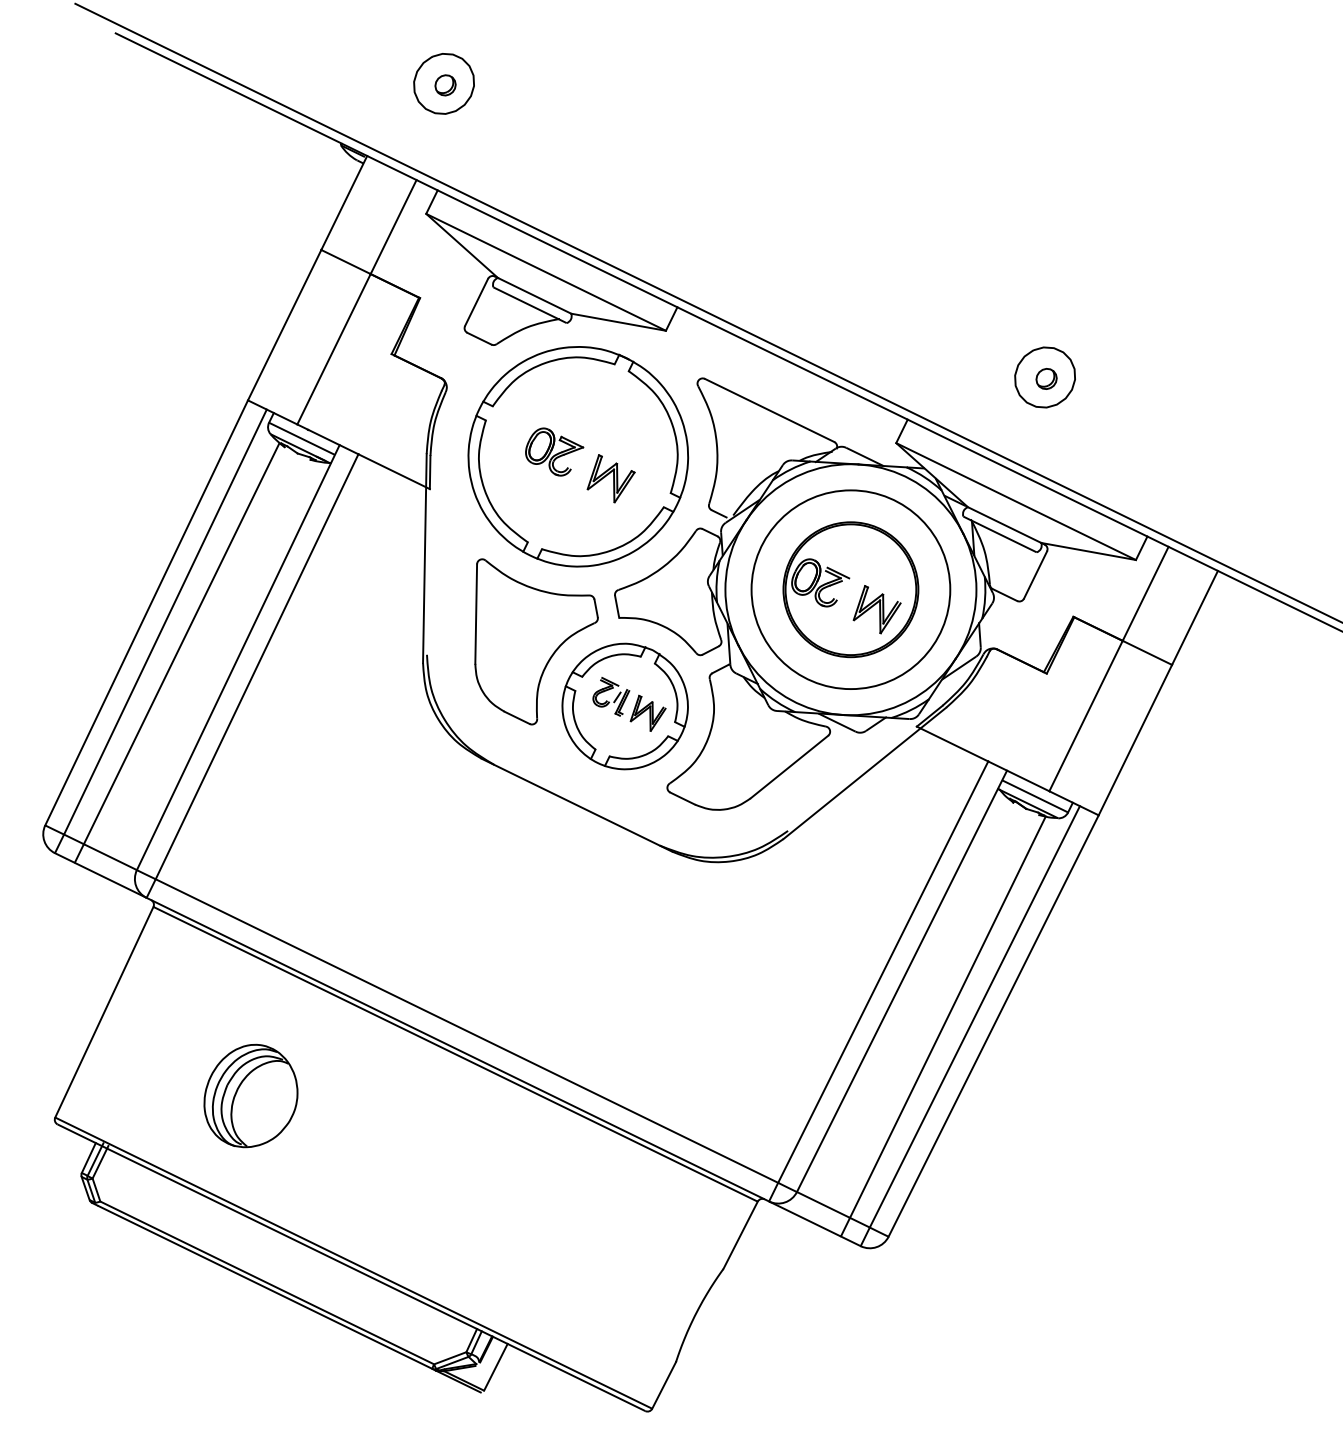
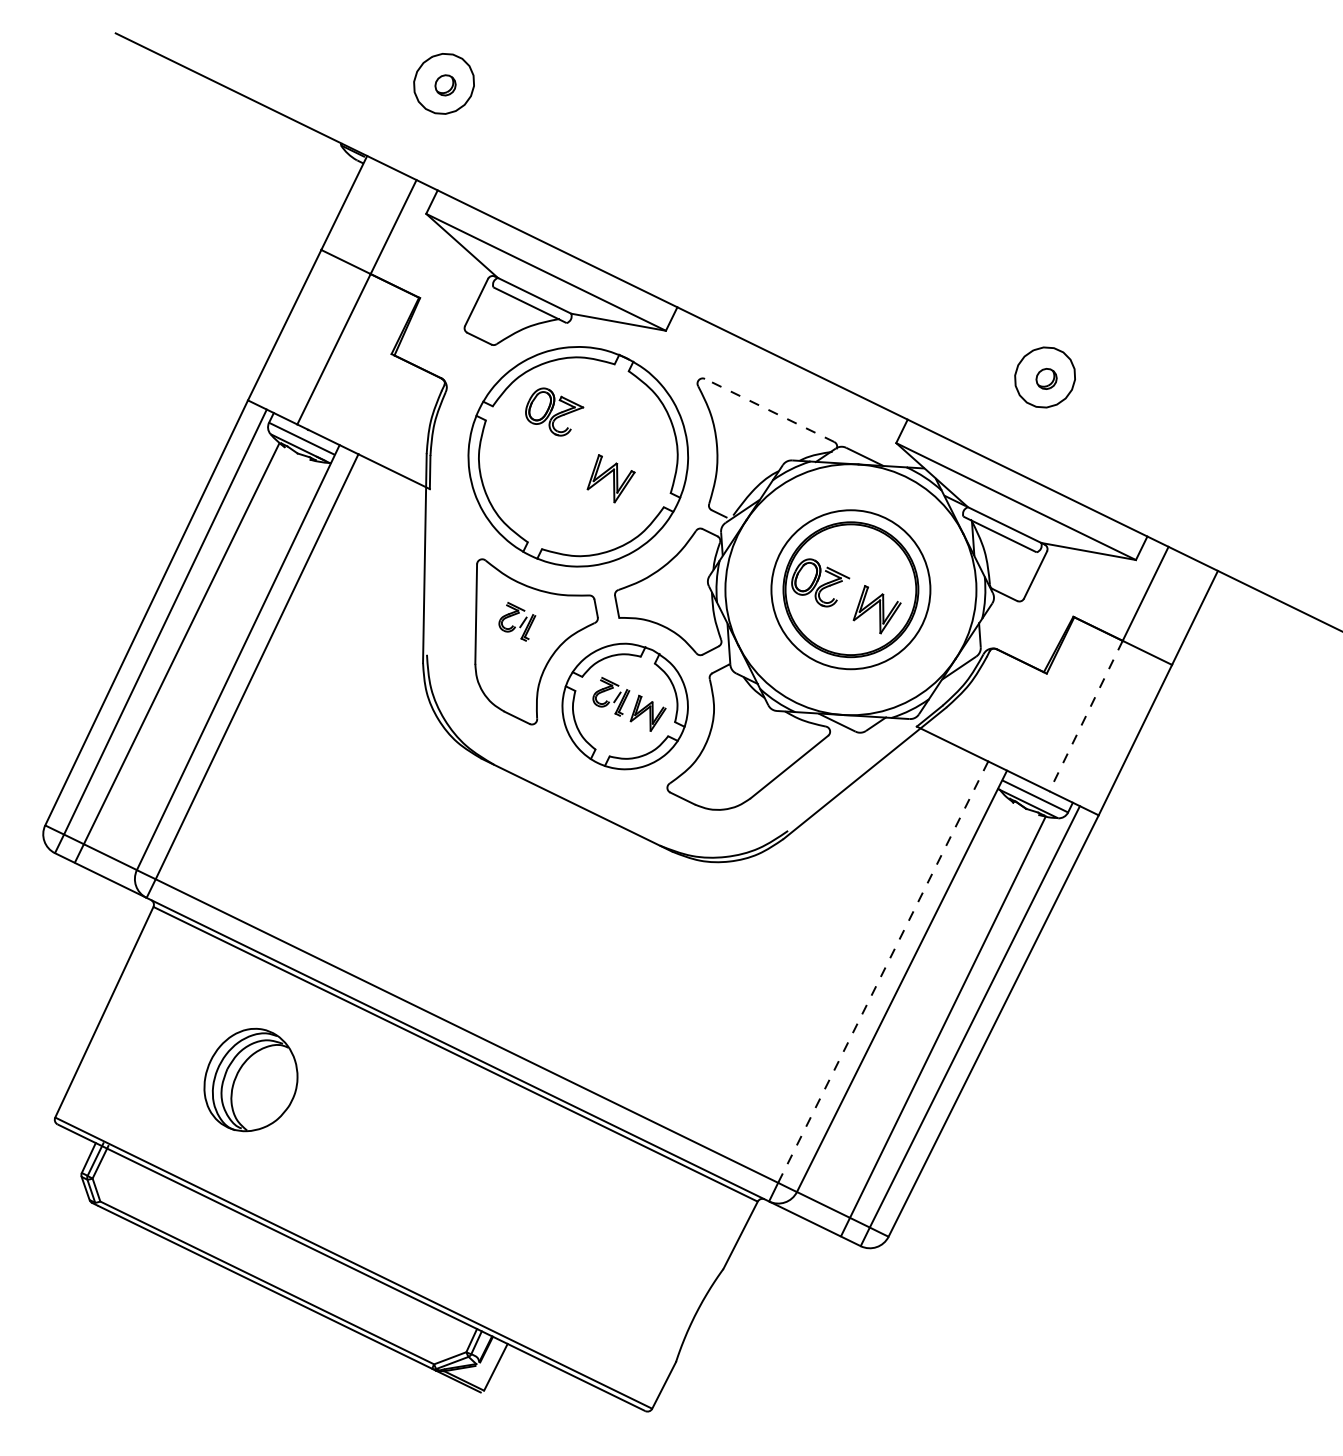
line at (707, 312): present -> none
line at (769, 410): solid -> dashed
part at (554, 451) position: (554, 451) -> (554, 411)
circle at (850, 589) diameter: 199 px -> 159 px
part at (517, 621): none -> present
line at (1086, 716): solid -> dashed
line at (883, 971): solid -> dashed
part at (250, 1095) position: (250, 1095) -> (250, 1079)
